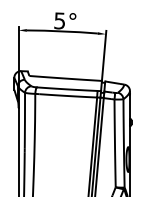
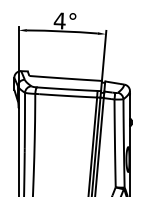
text at (59, 20): 5° -> 4°
